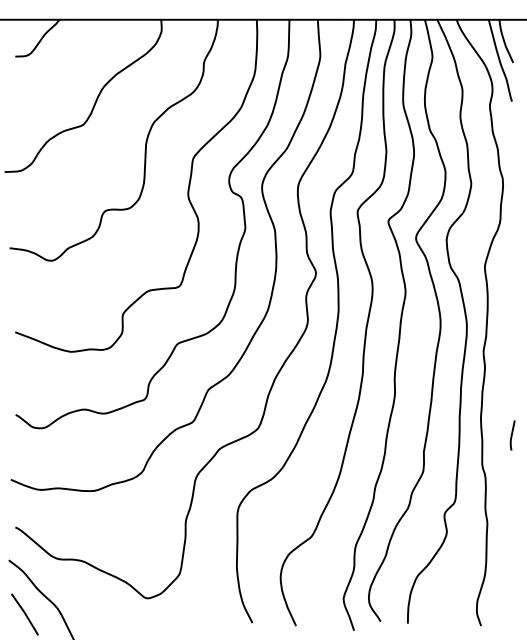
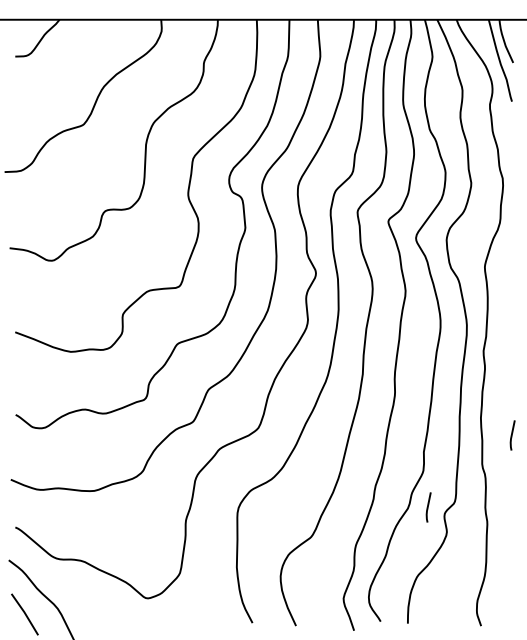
line at (428, 507): none -> present
